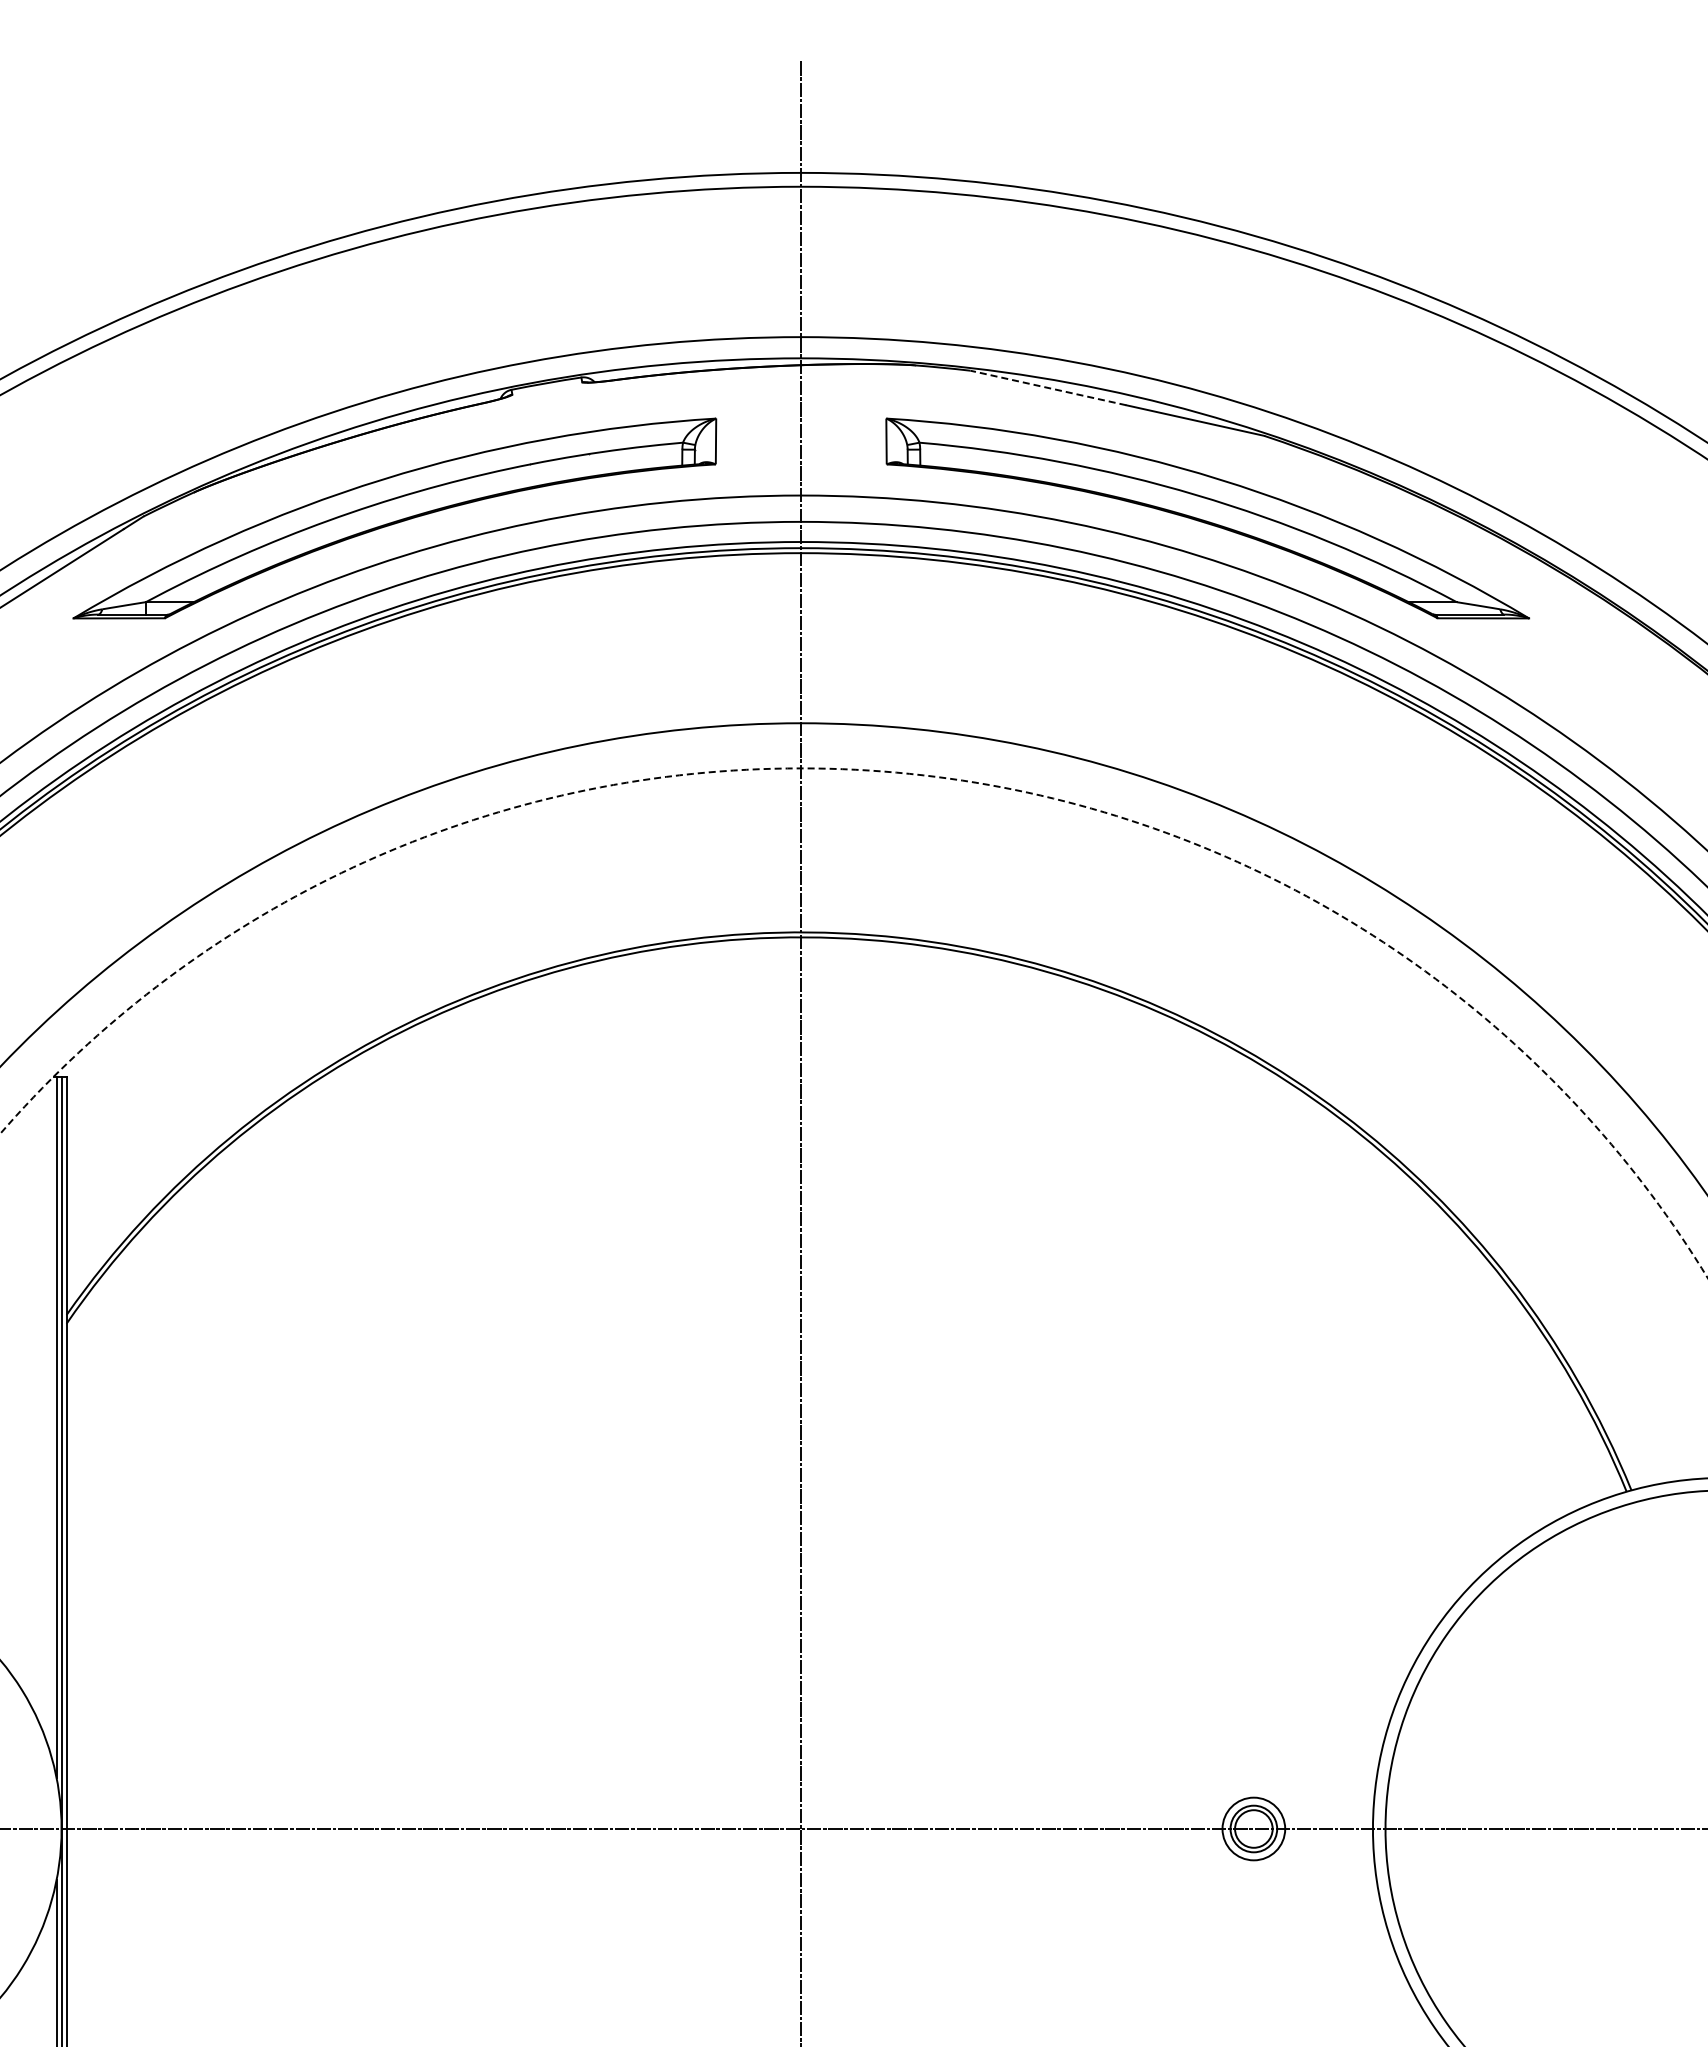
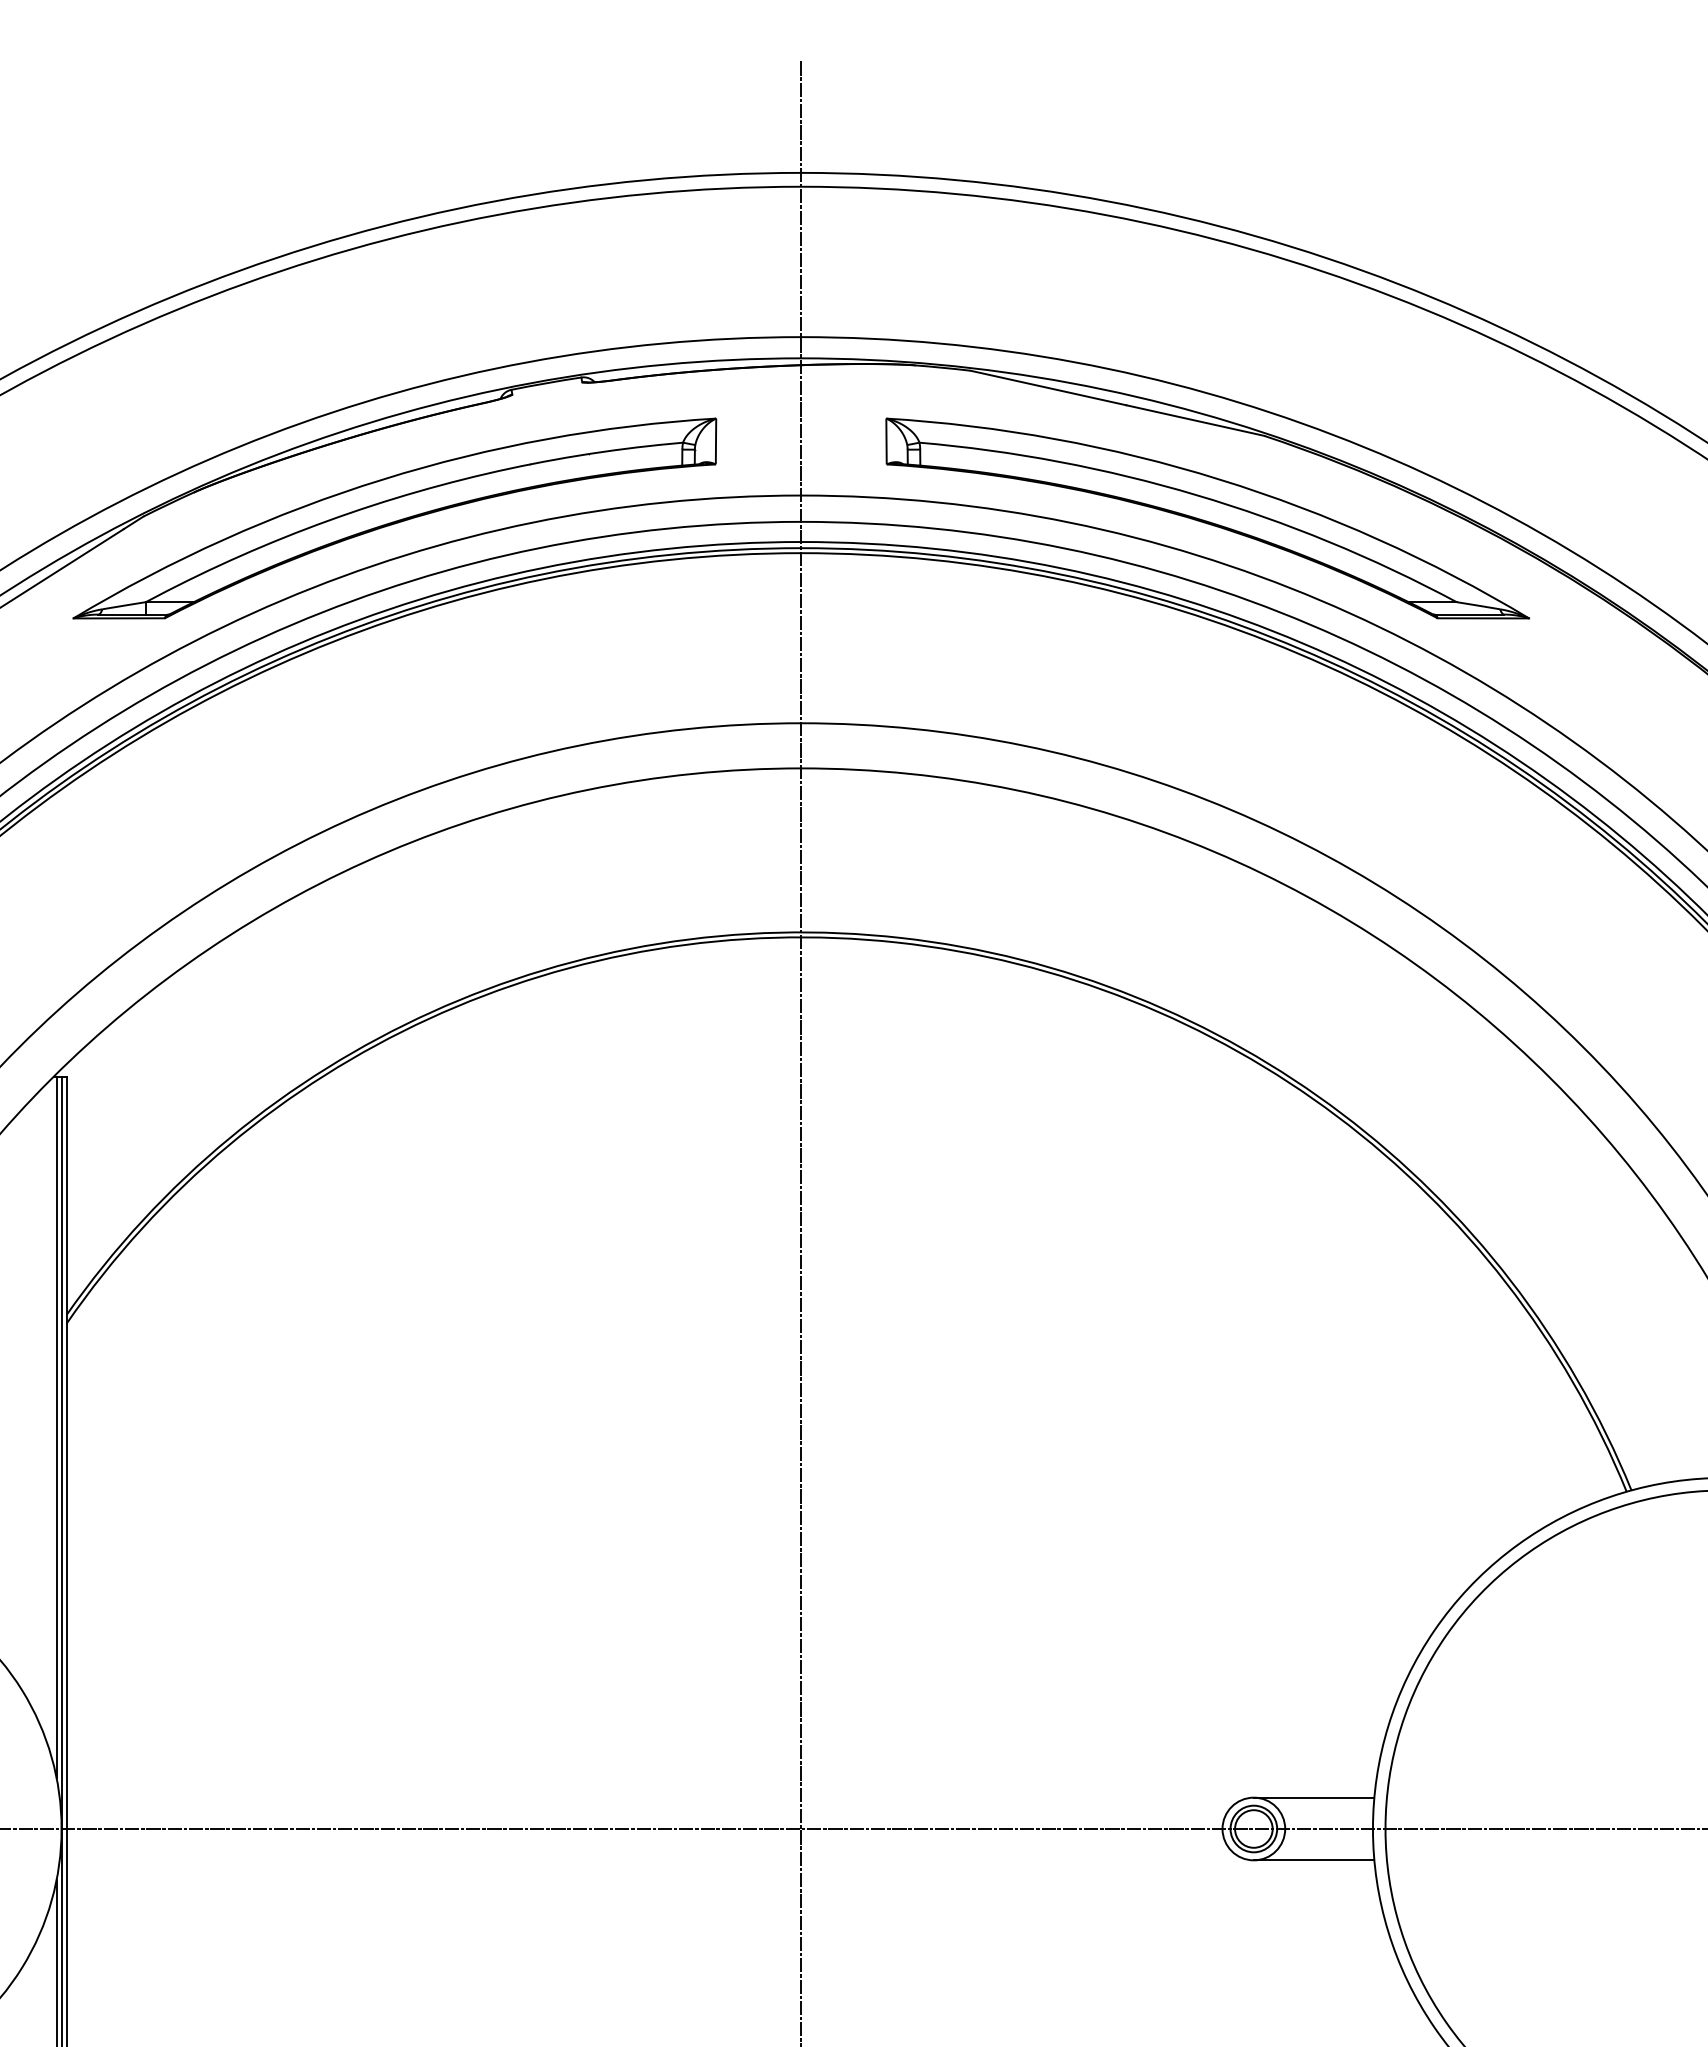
line at (1048, 388): dashed -> solid
circle at (853, 1023): dashed -> solid
line at (1313, 1797): none -> present
line at (1313, 1860): none -> present
